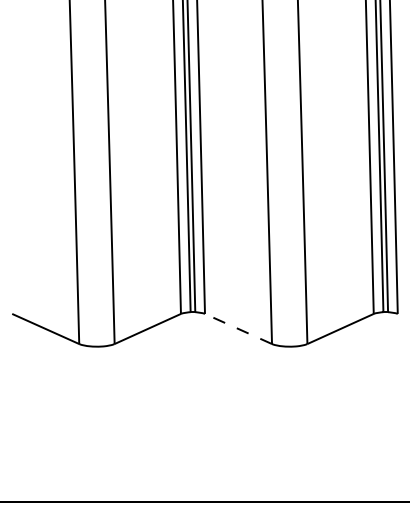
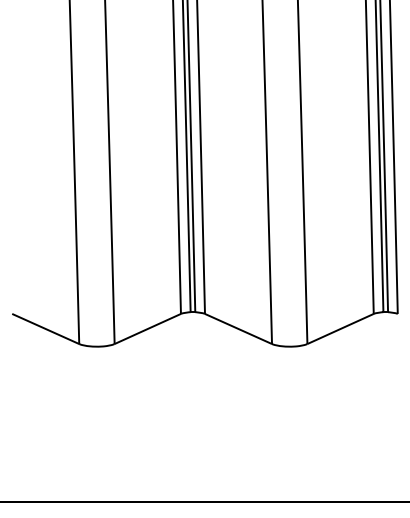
line at (238, 328): dashed -> solid
